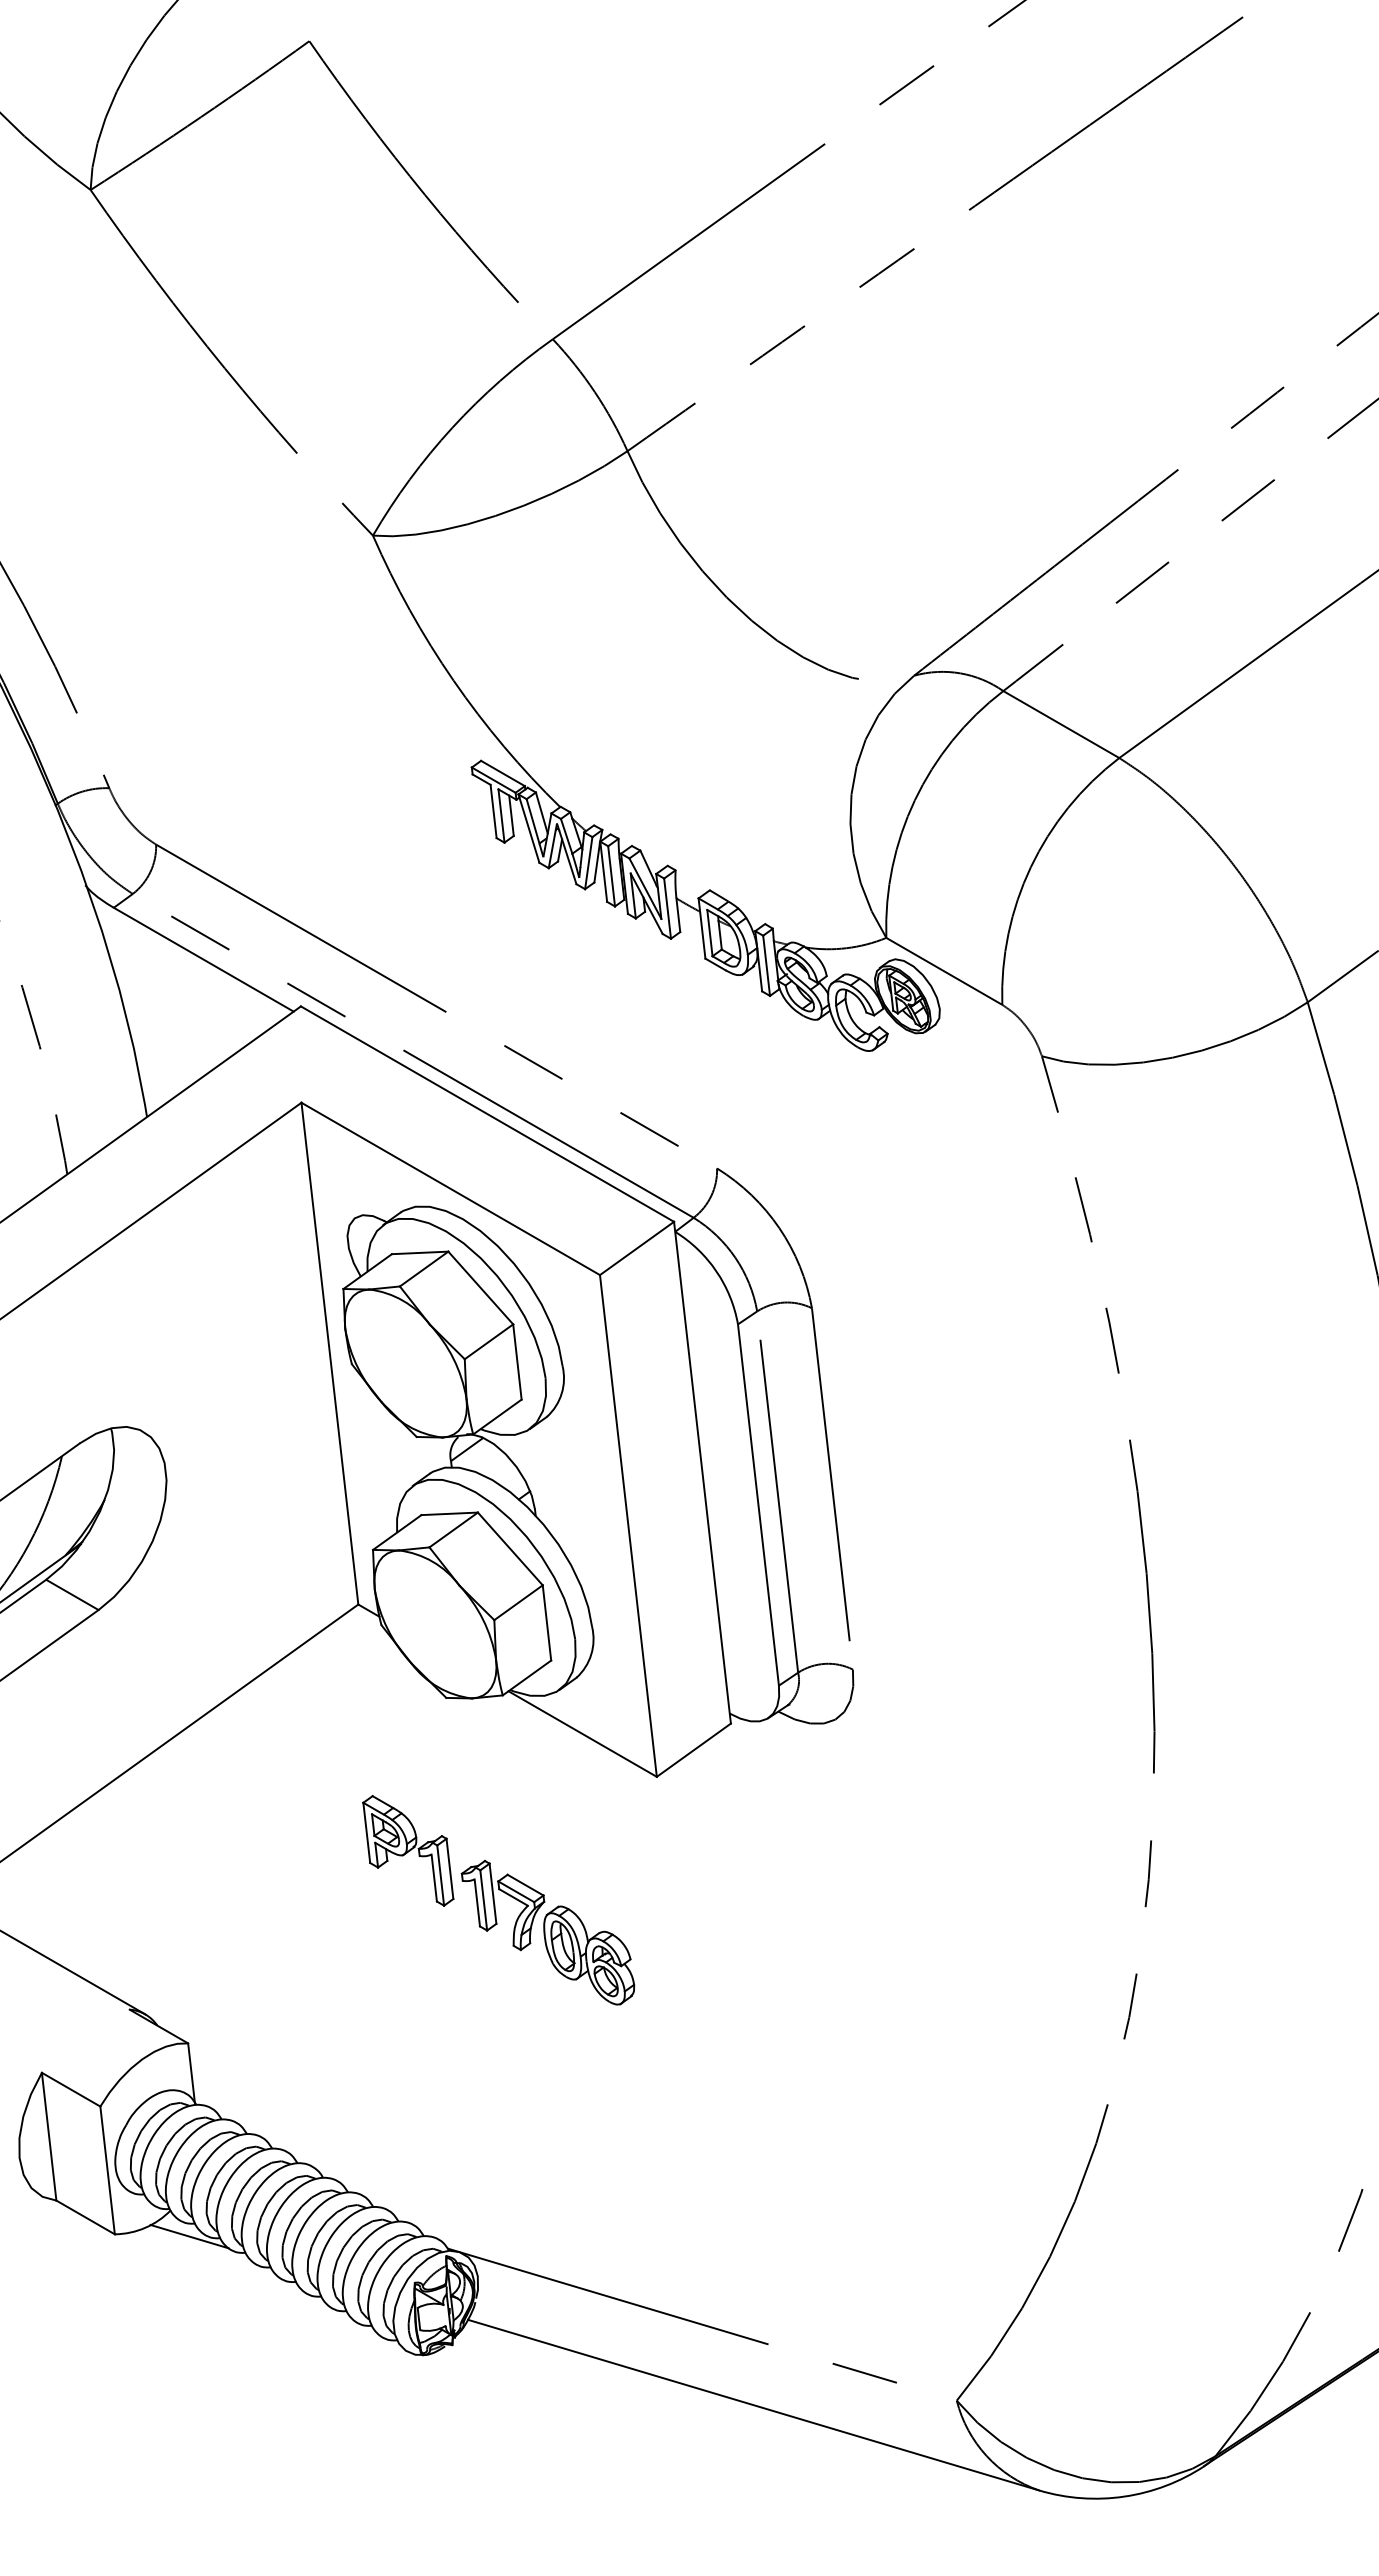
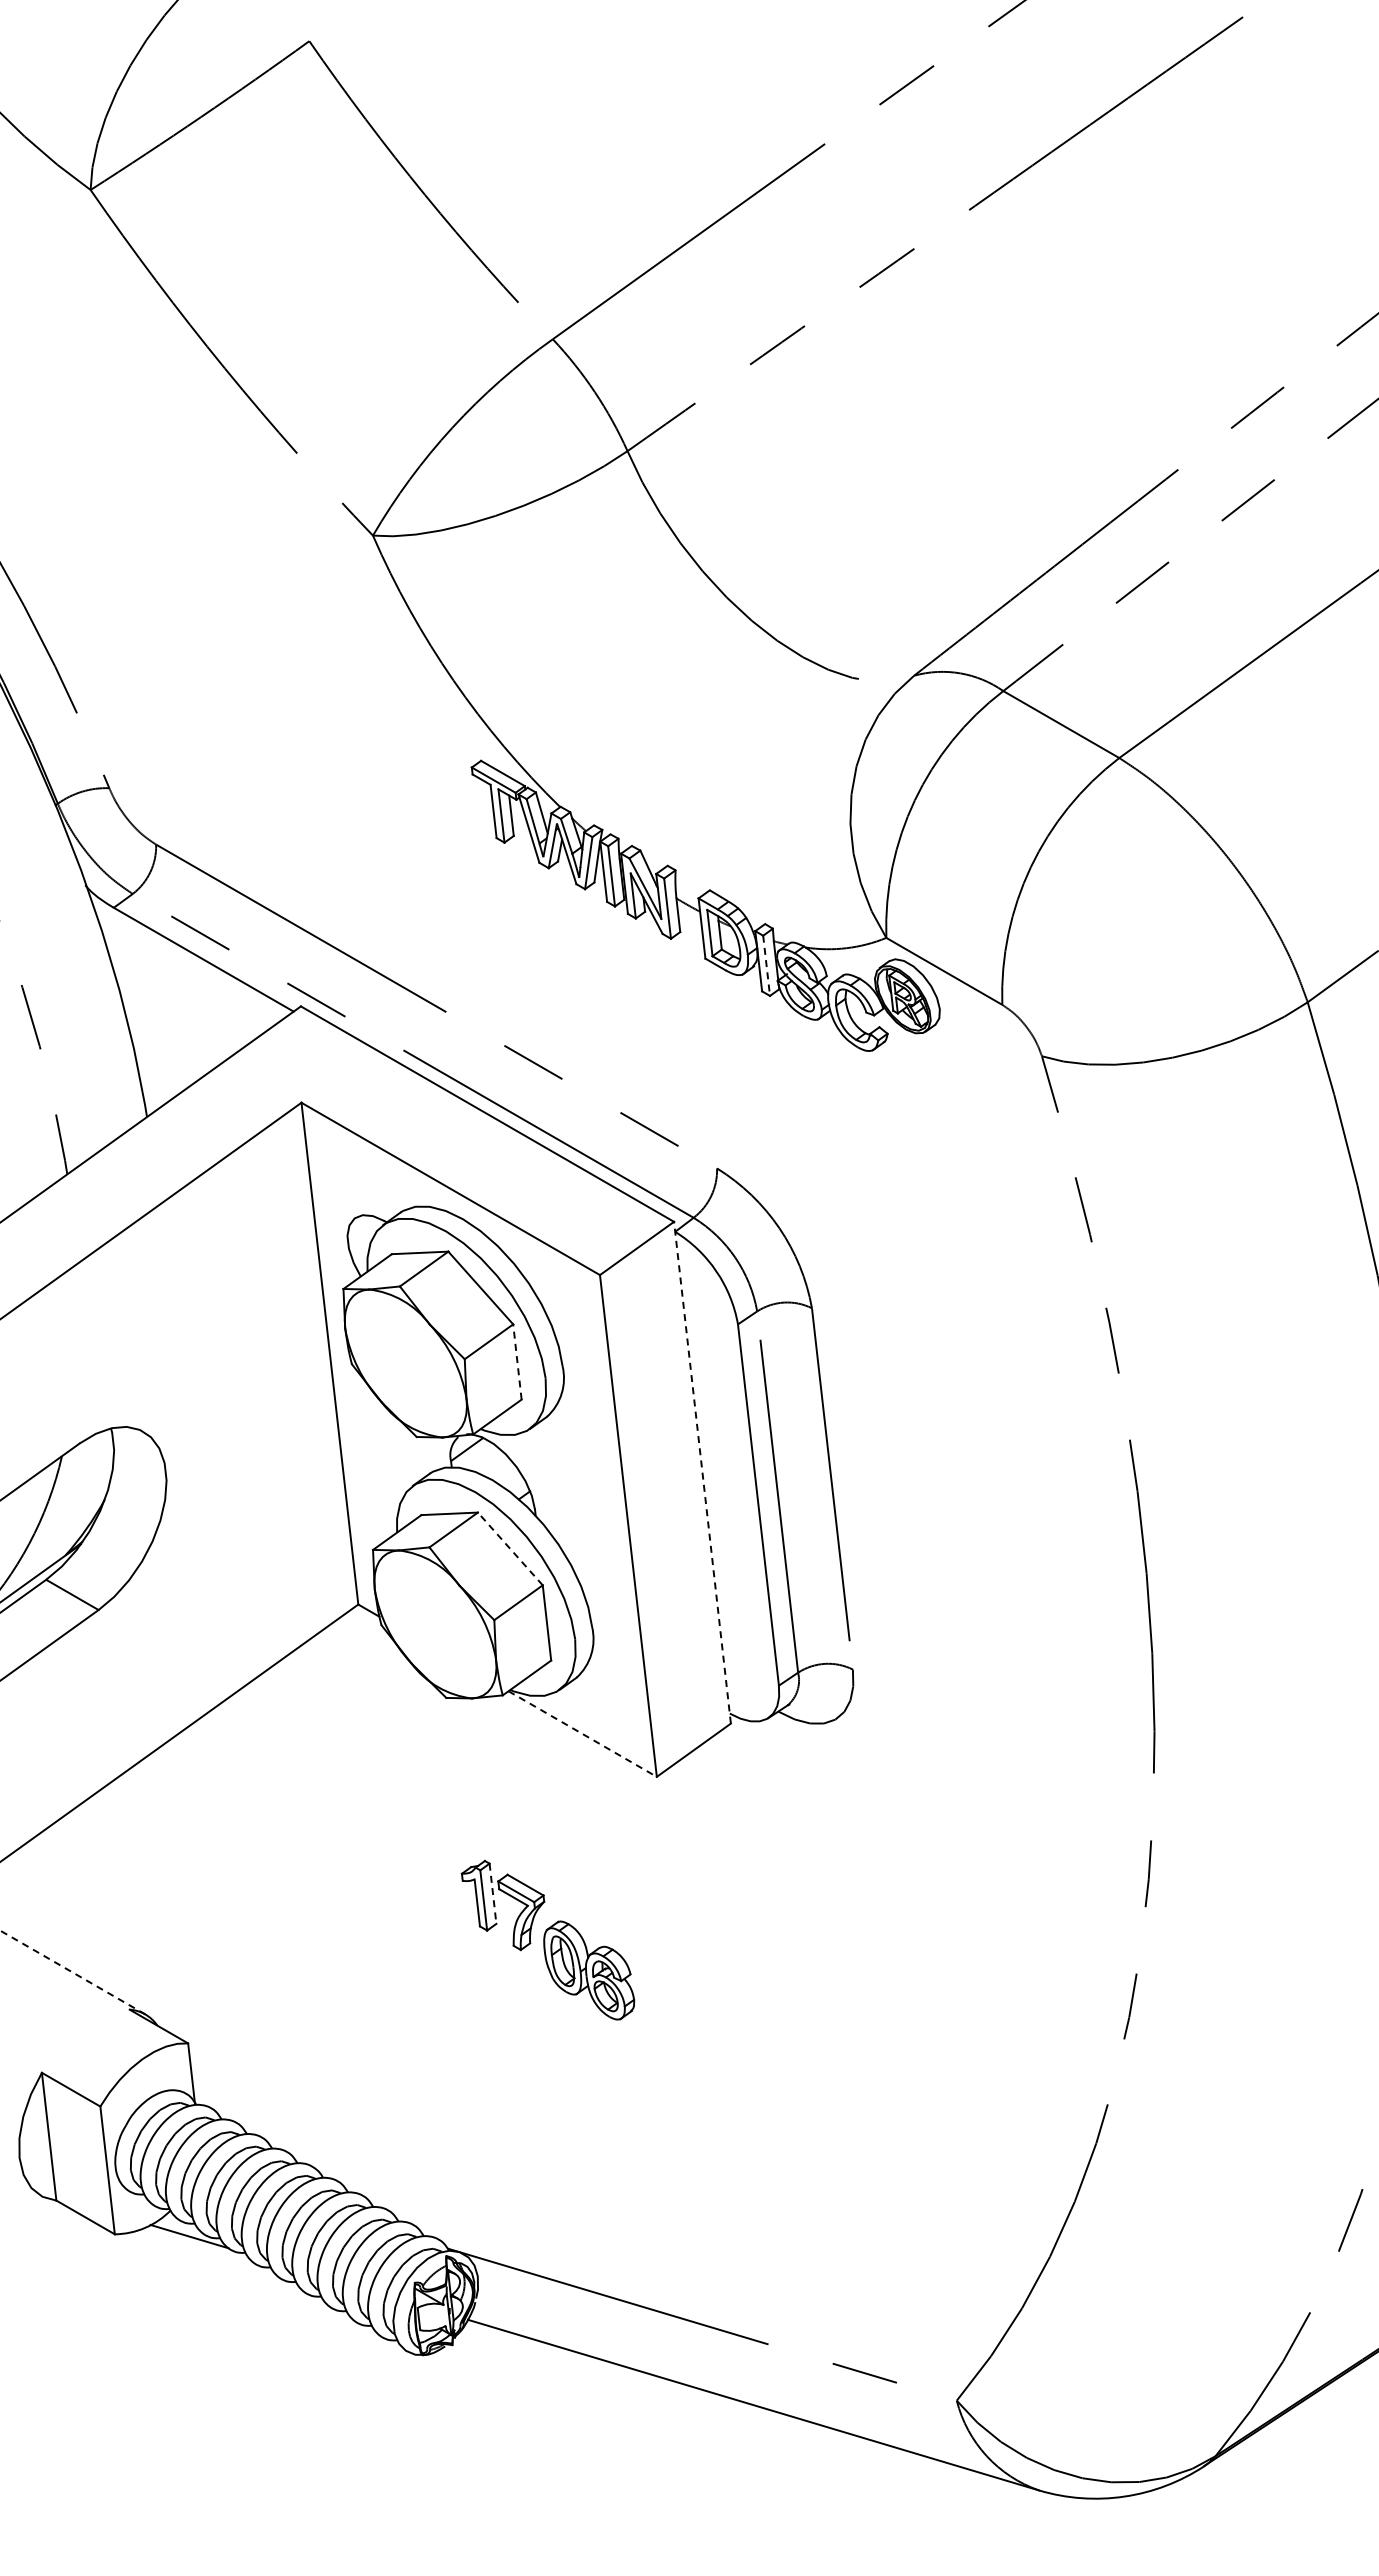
line at (766, 966): solid -> dashed
line at (517, 1362): solid -> dashed
line at (702, 1472): solid -> dashed
line at (510, 1548): solid -> dashed
line at (582, 1734): solid -> dashed
part at (408, 1850): present -> none
line at (493, 1894): solid -> dashed
part at (589, 1955) position: (589, 1955) -> (589, 1970)
line at (72, 1972): solid -> dashed
